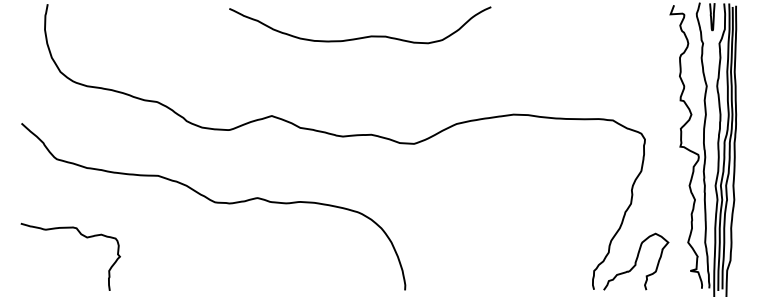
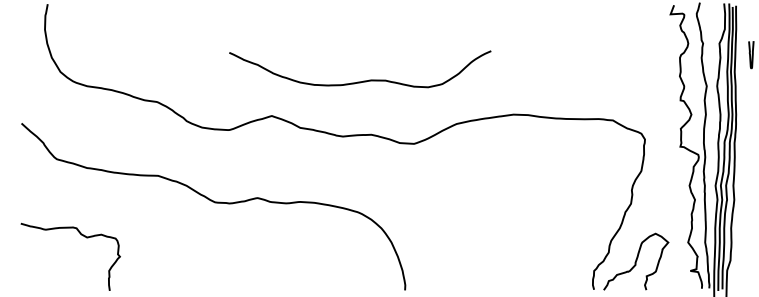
curve at (712, 17) position: (712, 17) -> (751, 55)
curve at (363, 36) position: (363, 36) -> (363, 80)
